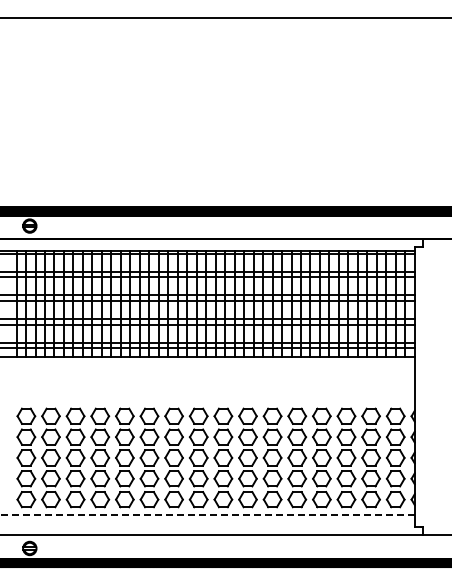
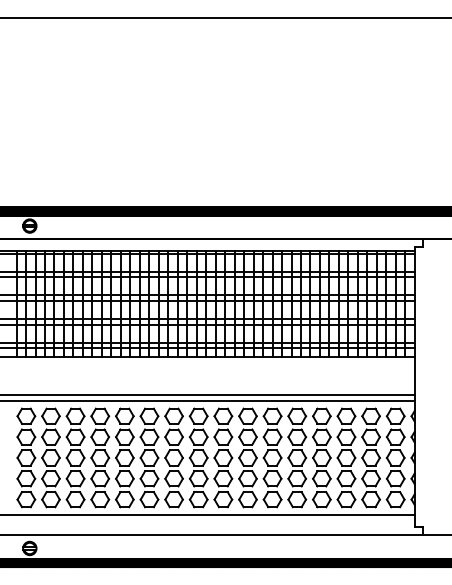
line at (208, 394): none -> present
line at (208, 401): none -> present
line at (207, 514): dashed -> solid
